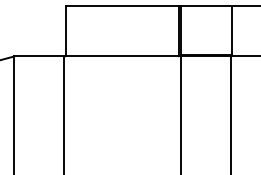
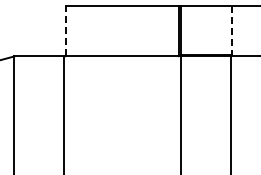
line at (231, 30): solid -> dashed
line at (65, 31): solid -> dashed
